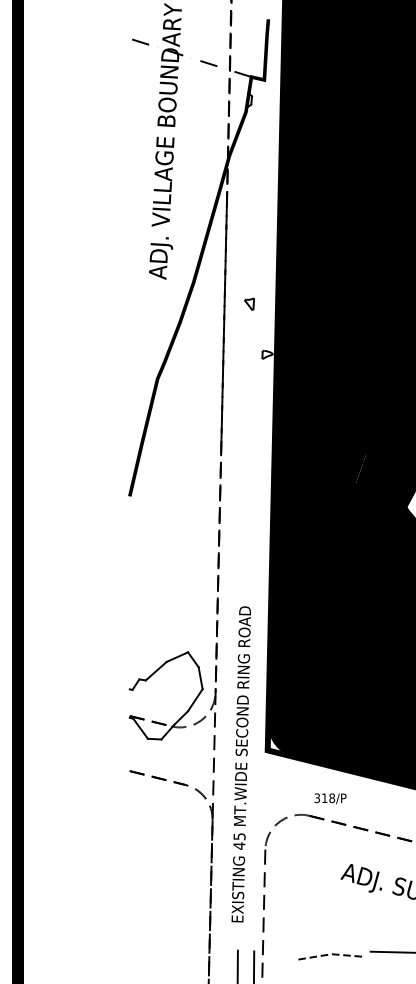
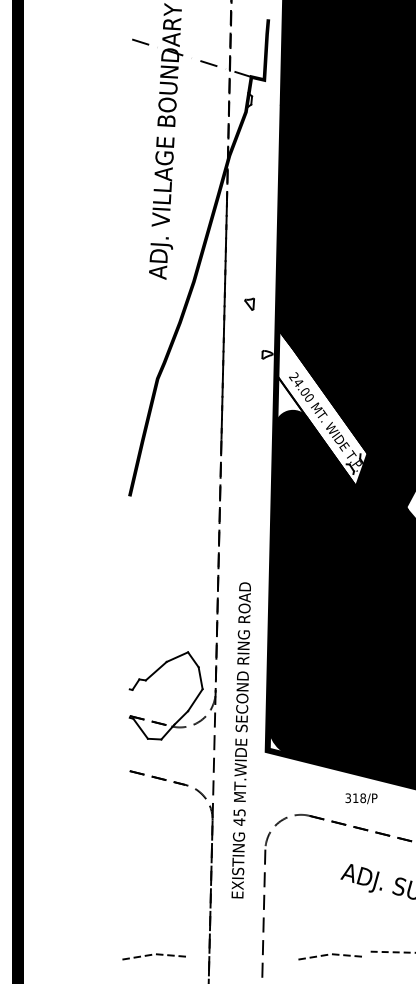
fill at (320, 400): present -> none
text at (240, 764) position: (240, 764) -> (240, 740)
text at (330, 798) position: (330, 798) -> (361, 798)
line at (393, 952): solid -> dashed
line at (152, 955): none -> present
line at (237, 965): present -> none
line at (253, 965): present -> none
